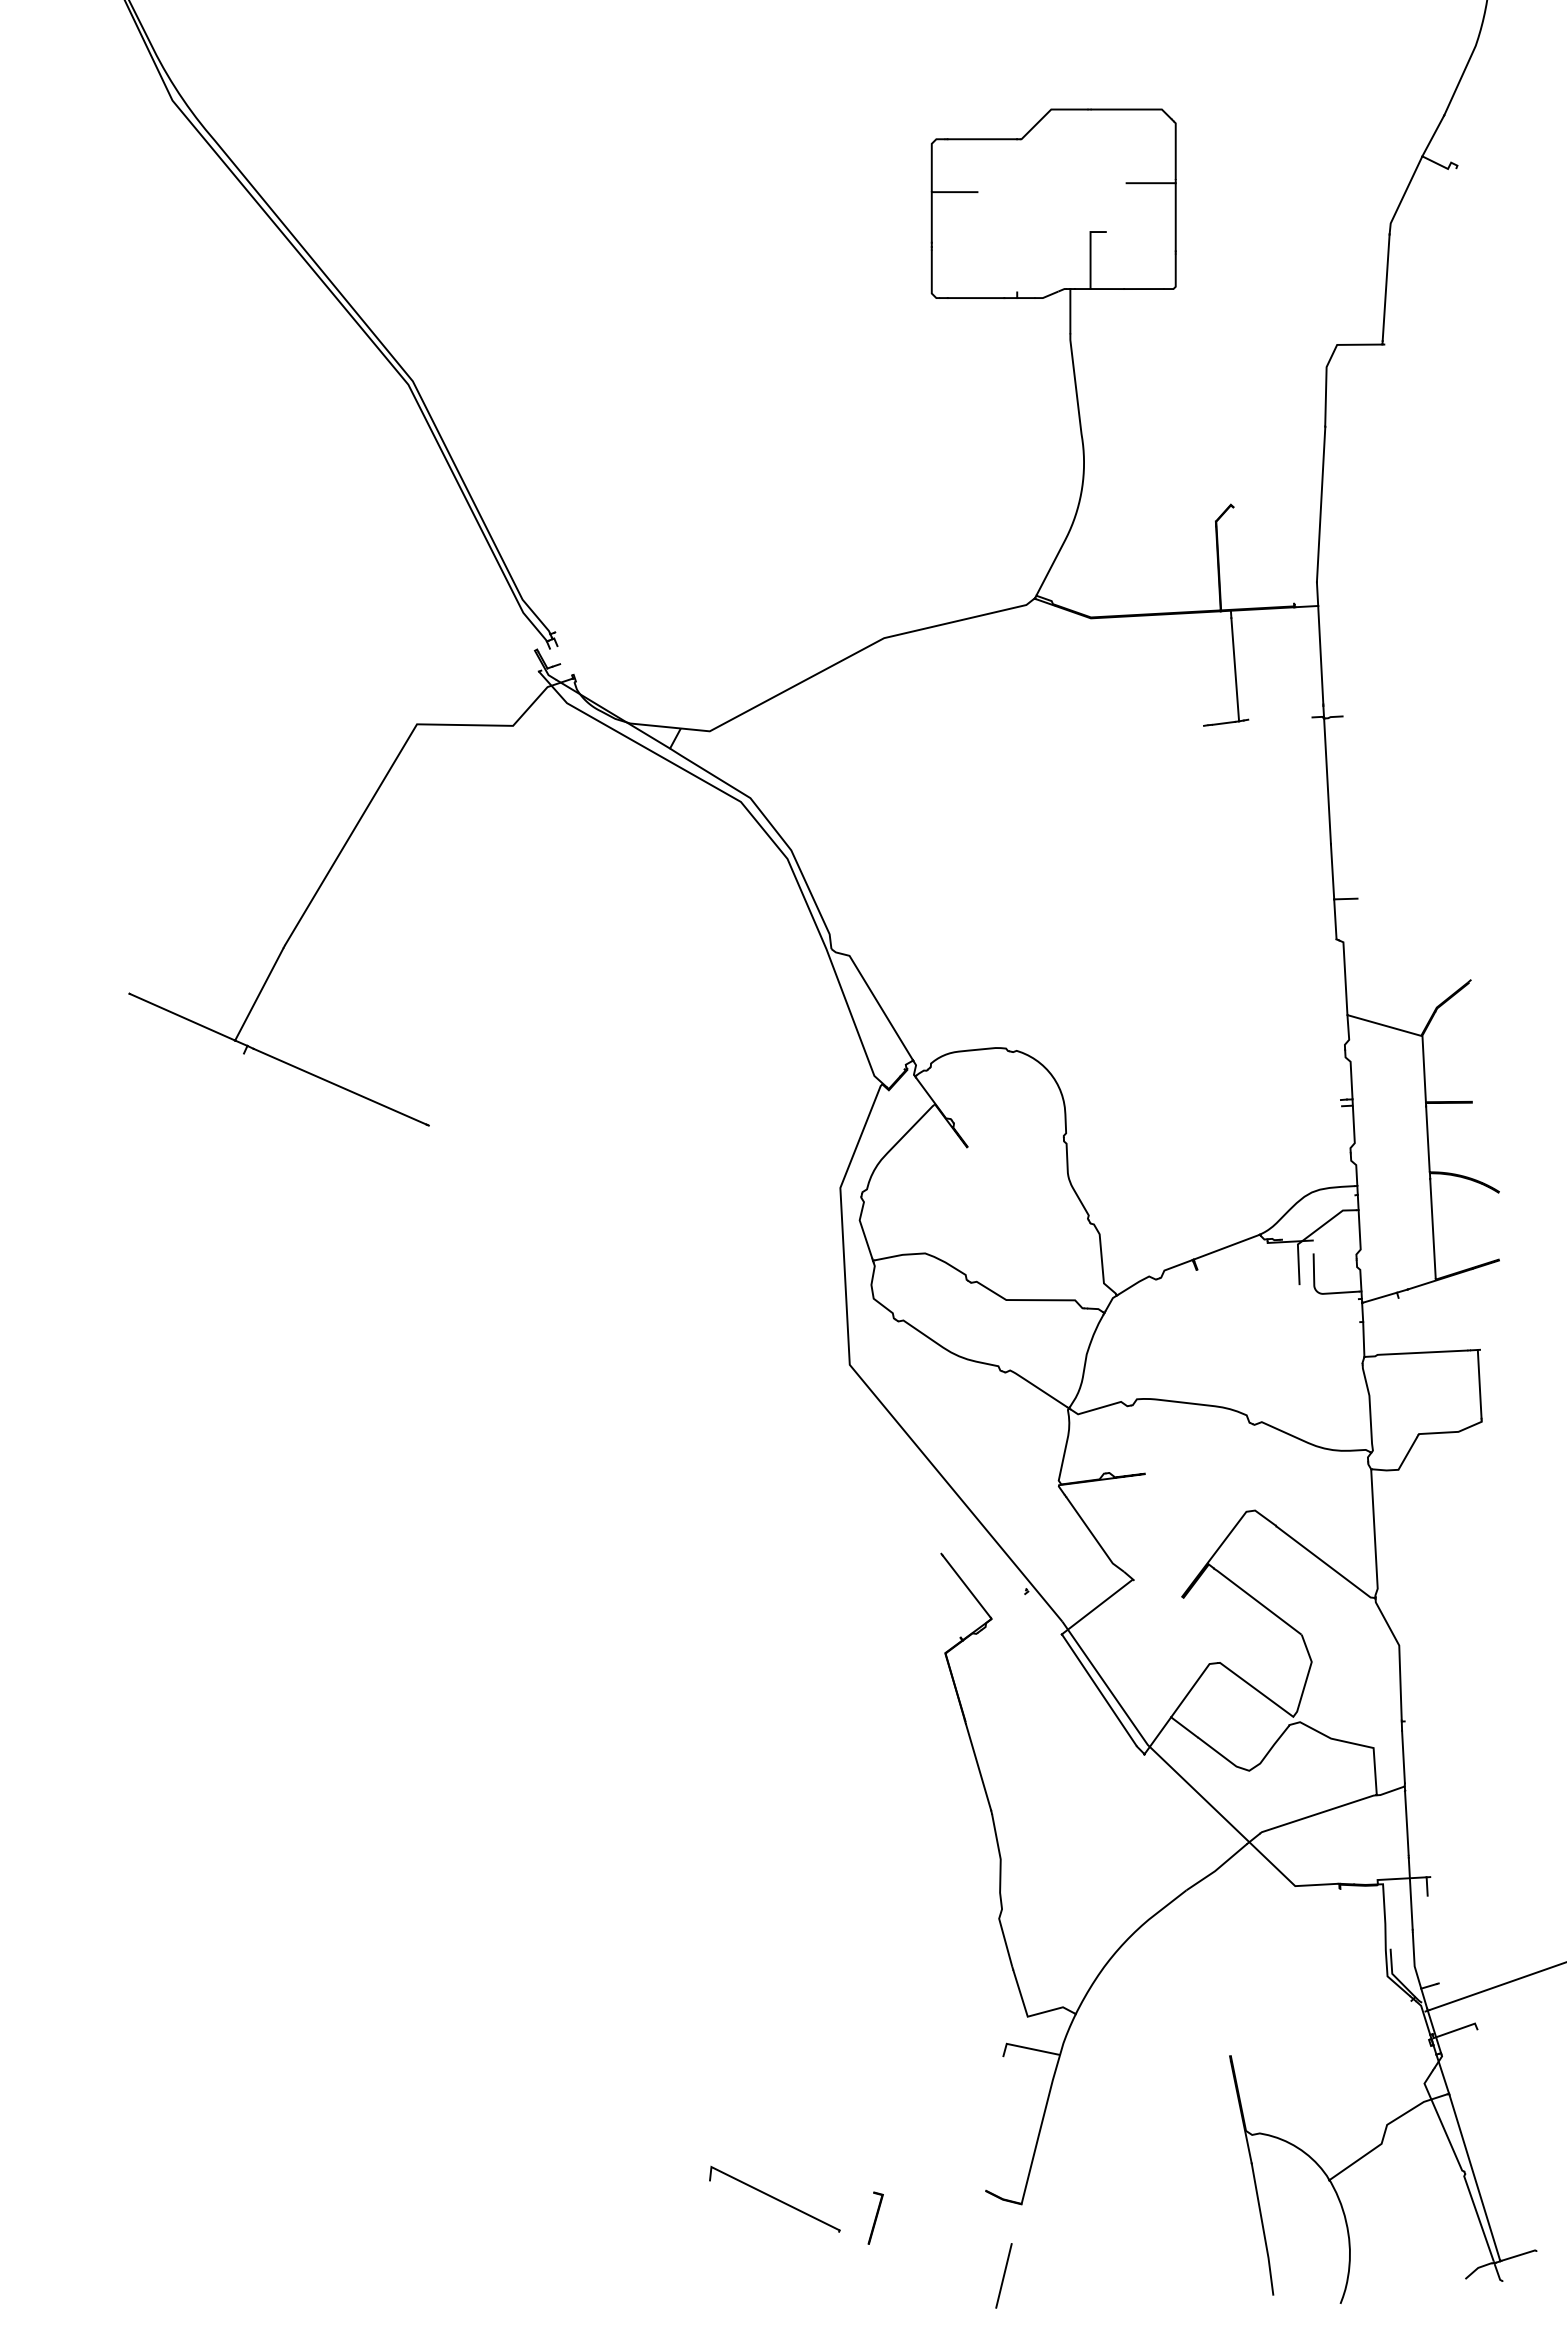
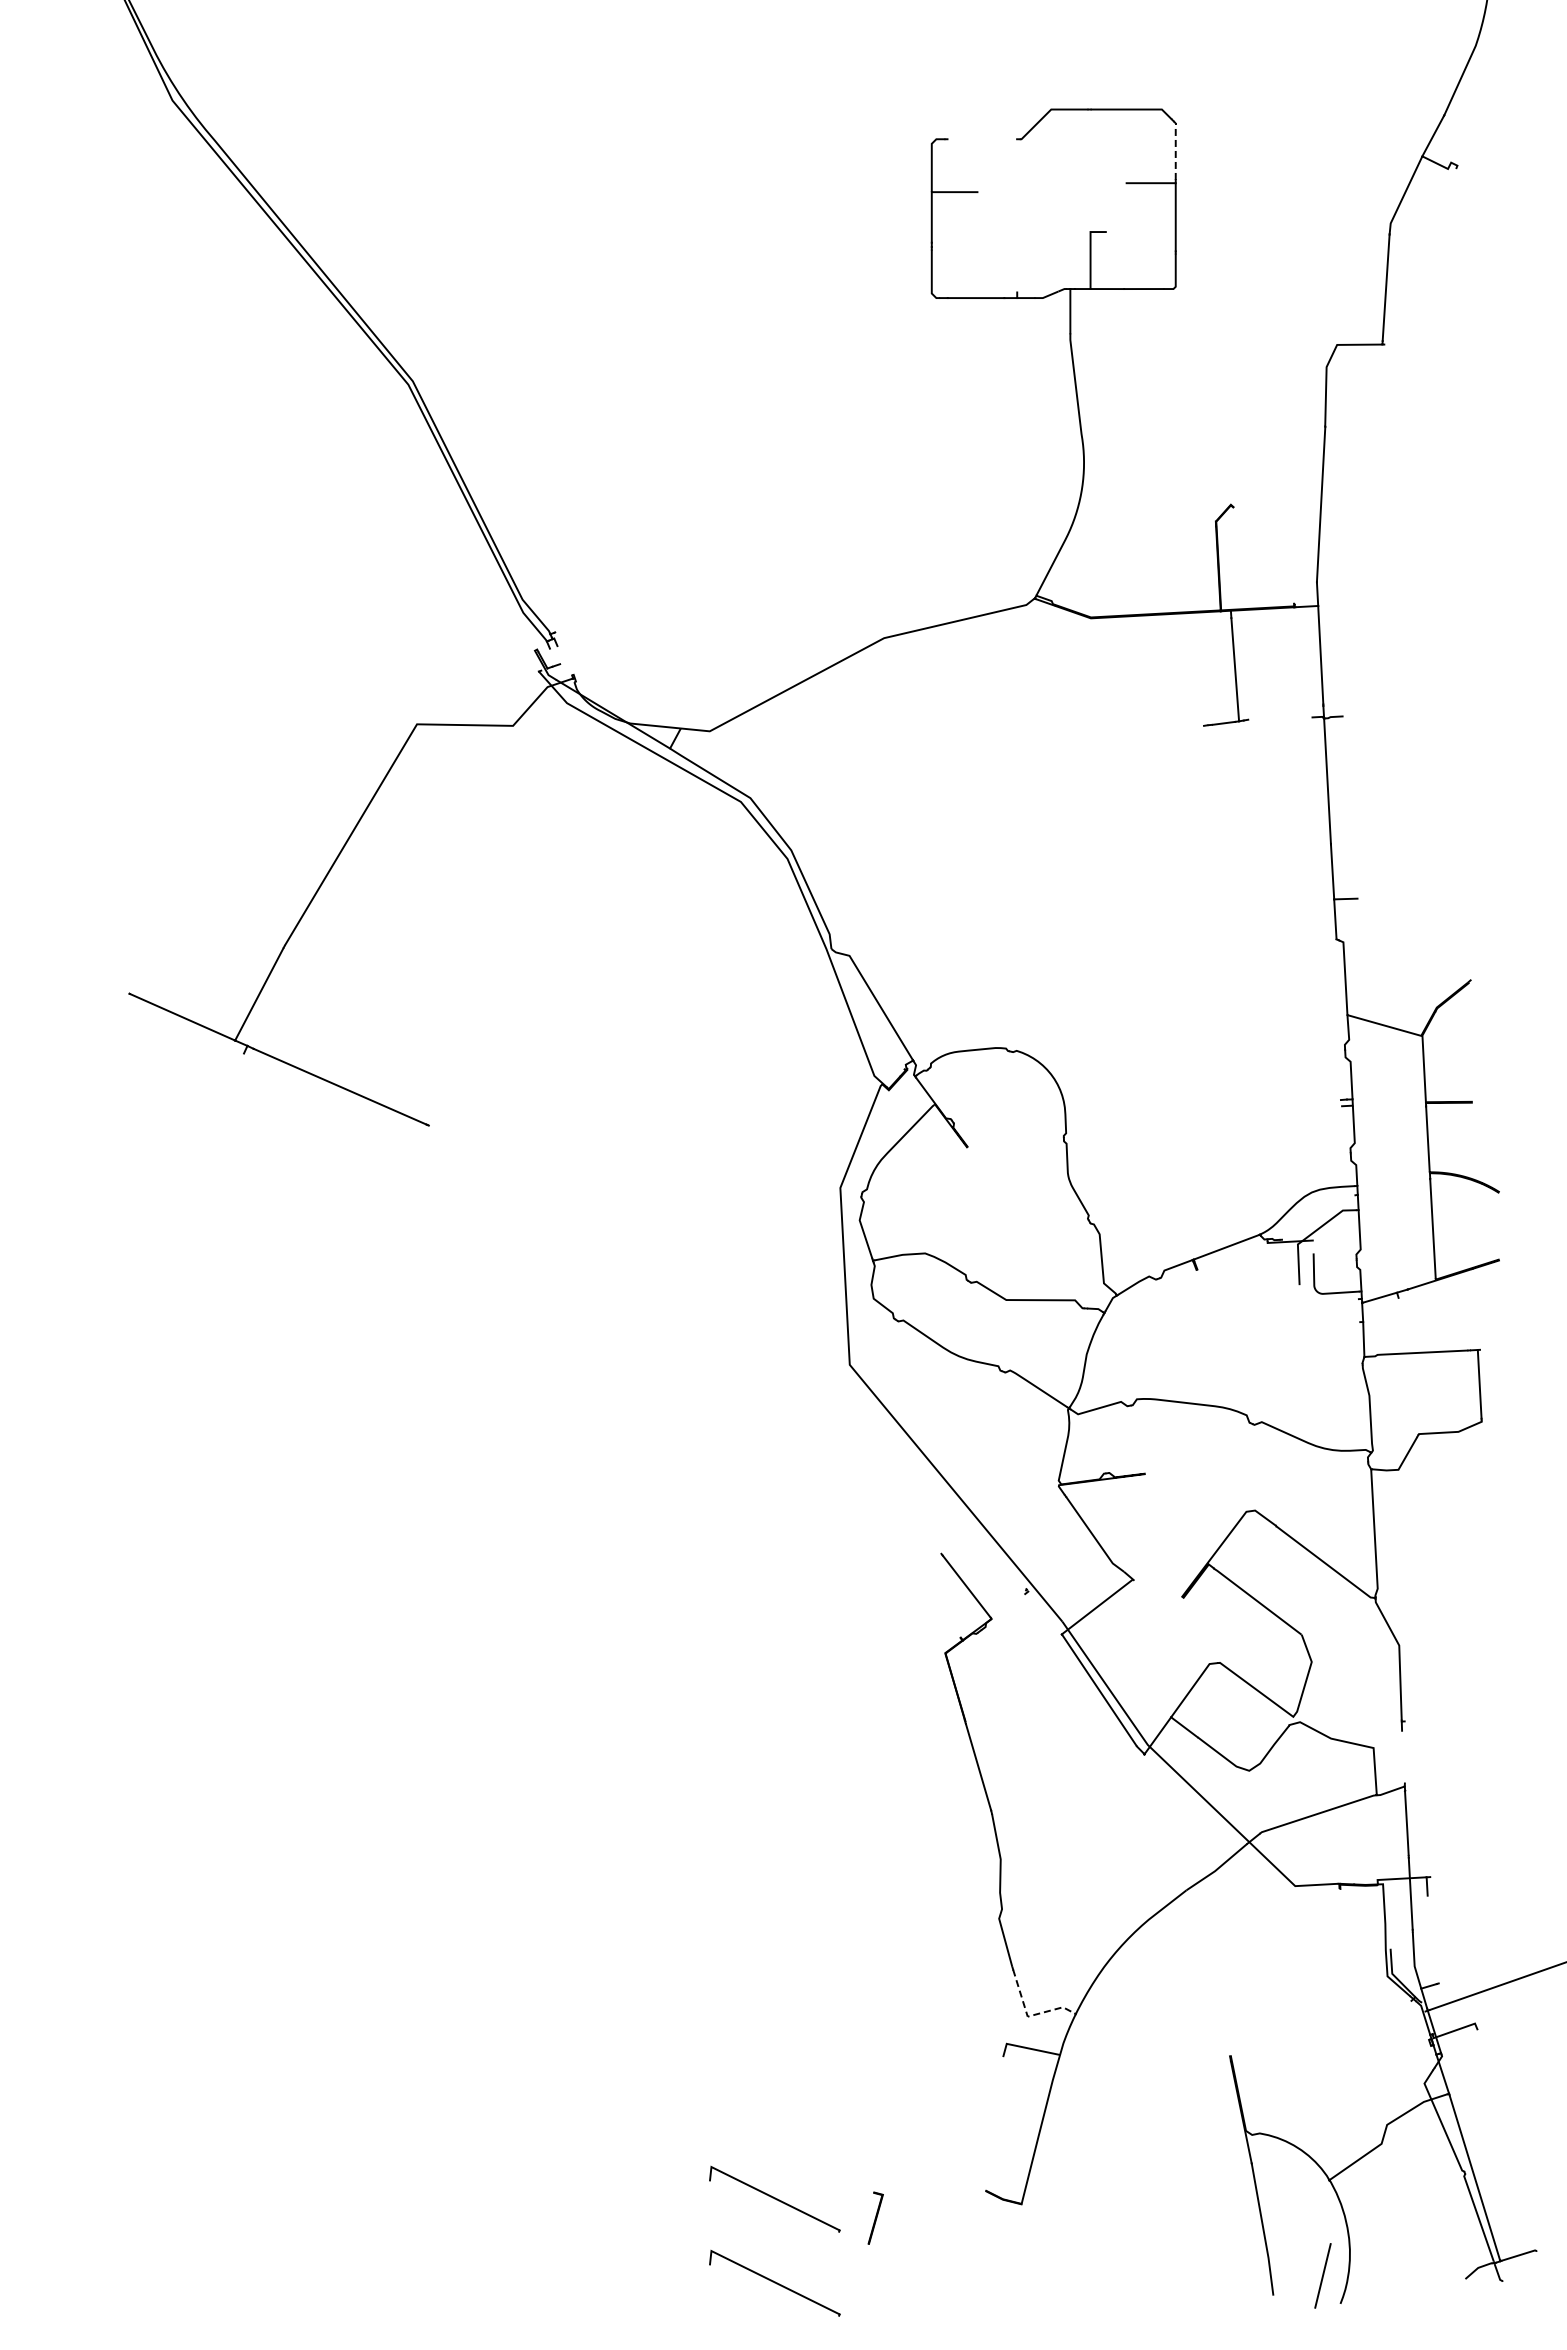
line at (982, 139): present -> none
line at (1175, 149): solid -> dashed
line at (1403, 1756): present -> none
line at (1028, 2016): solid -> dashed
line at (1003, 2275) position: (1003, 2275) -> (1322, 2275)
part at (774, 2282): none -> present
